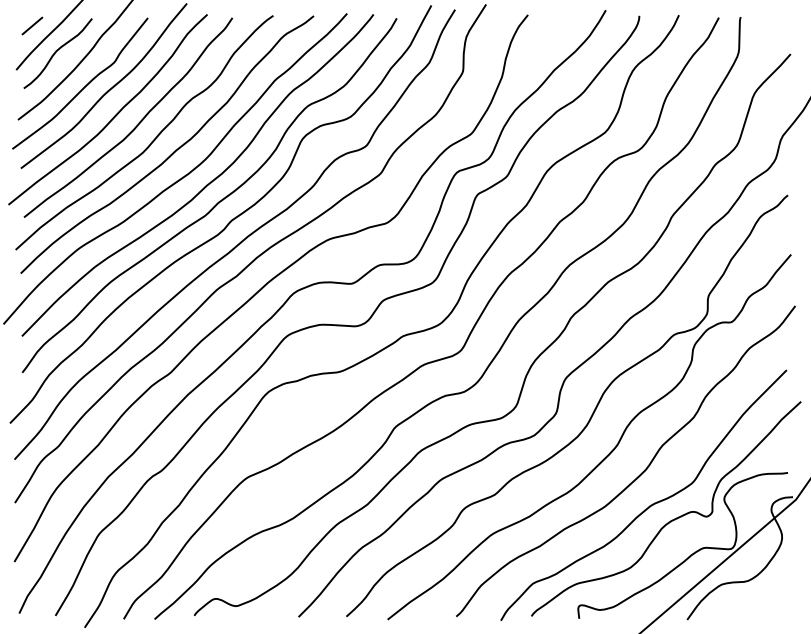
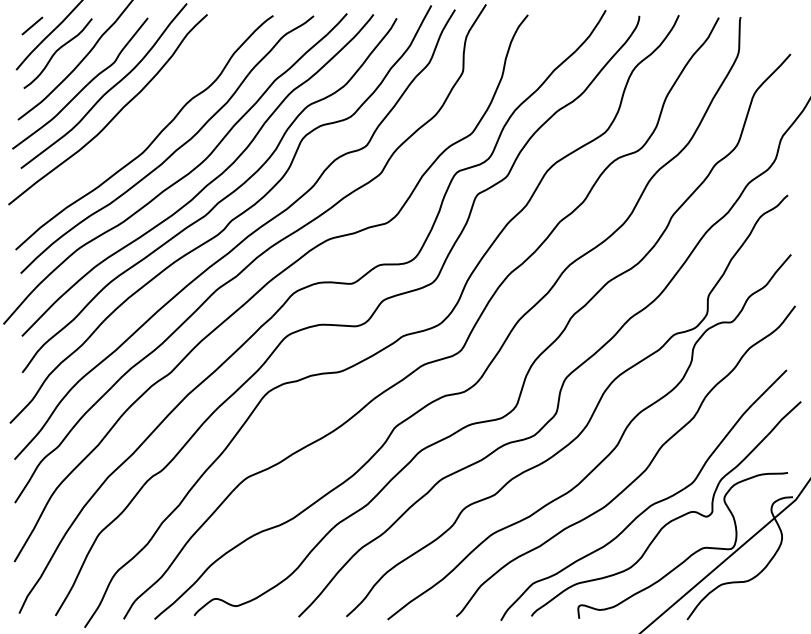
curve at (138, 122): present -> none
